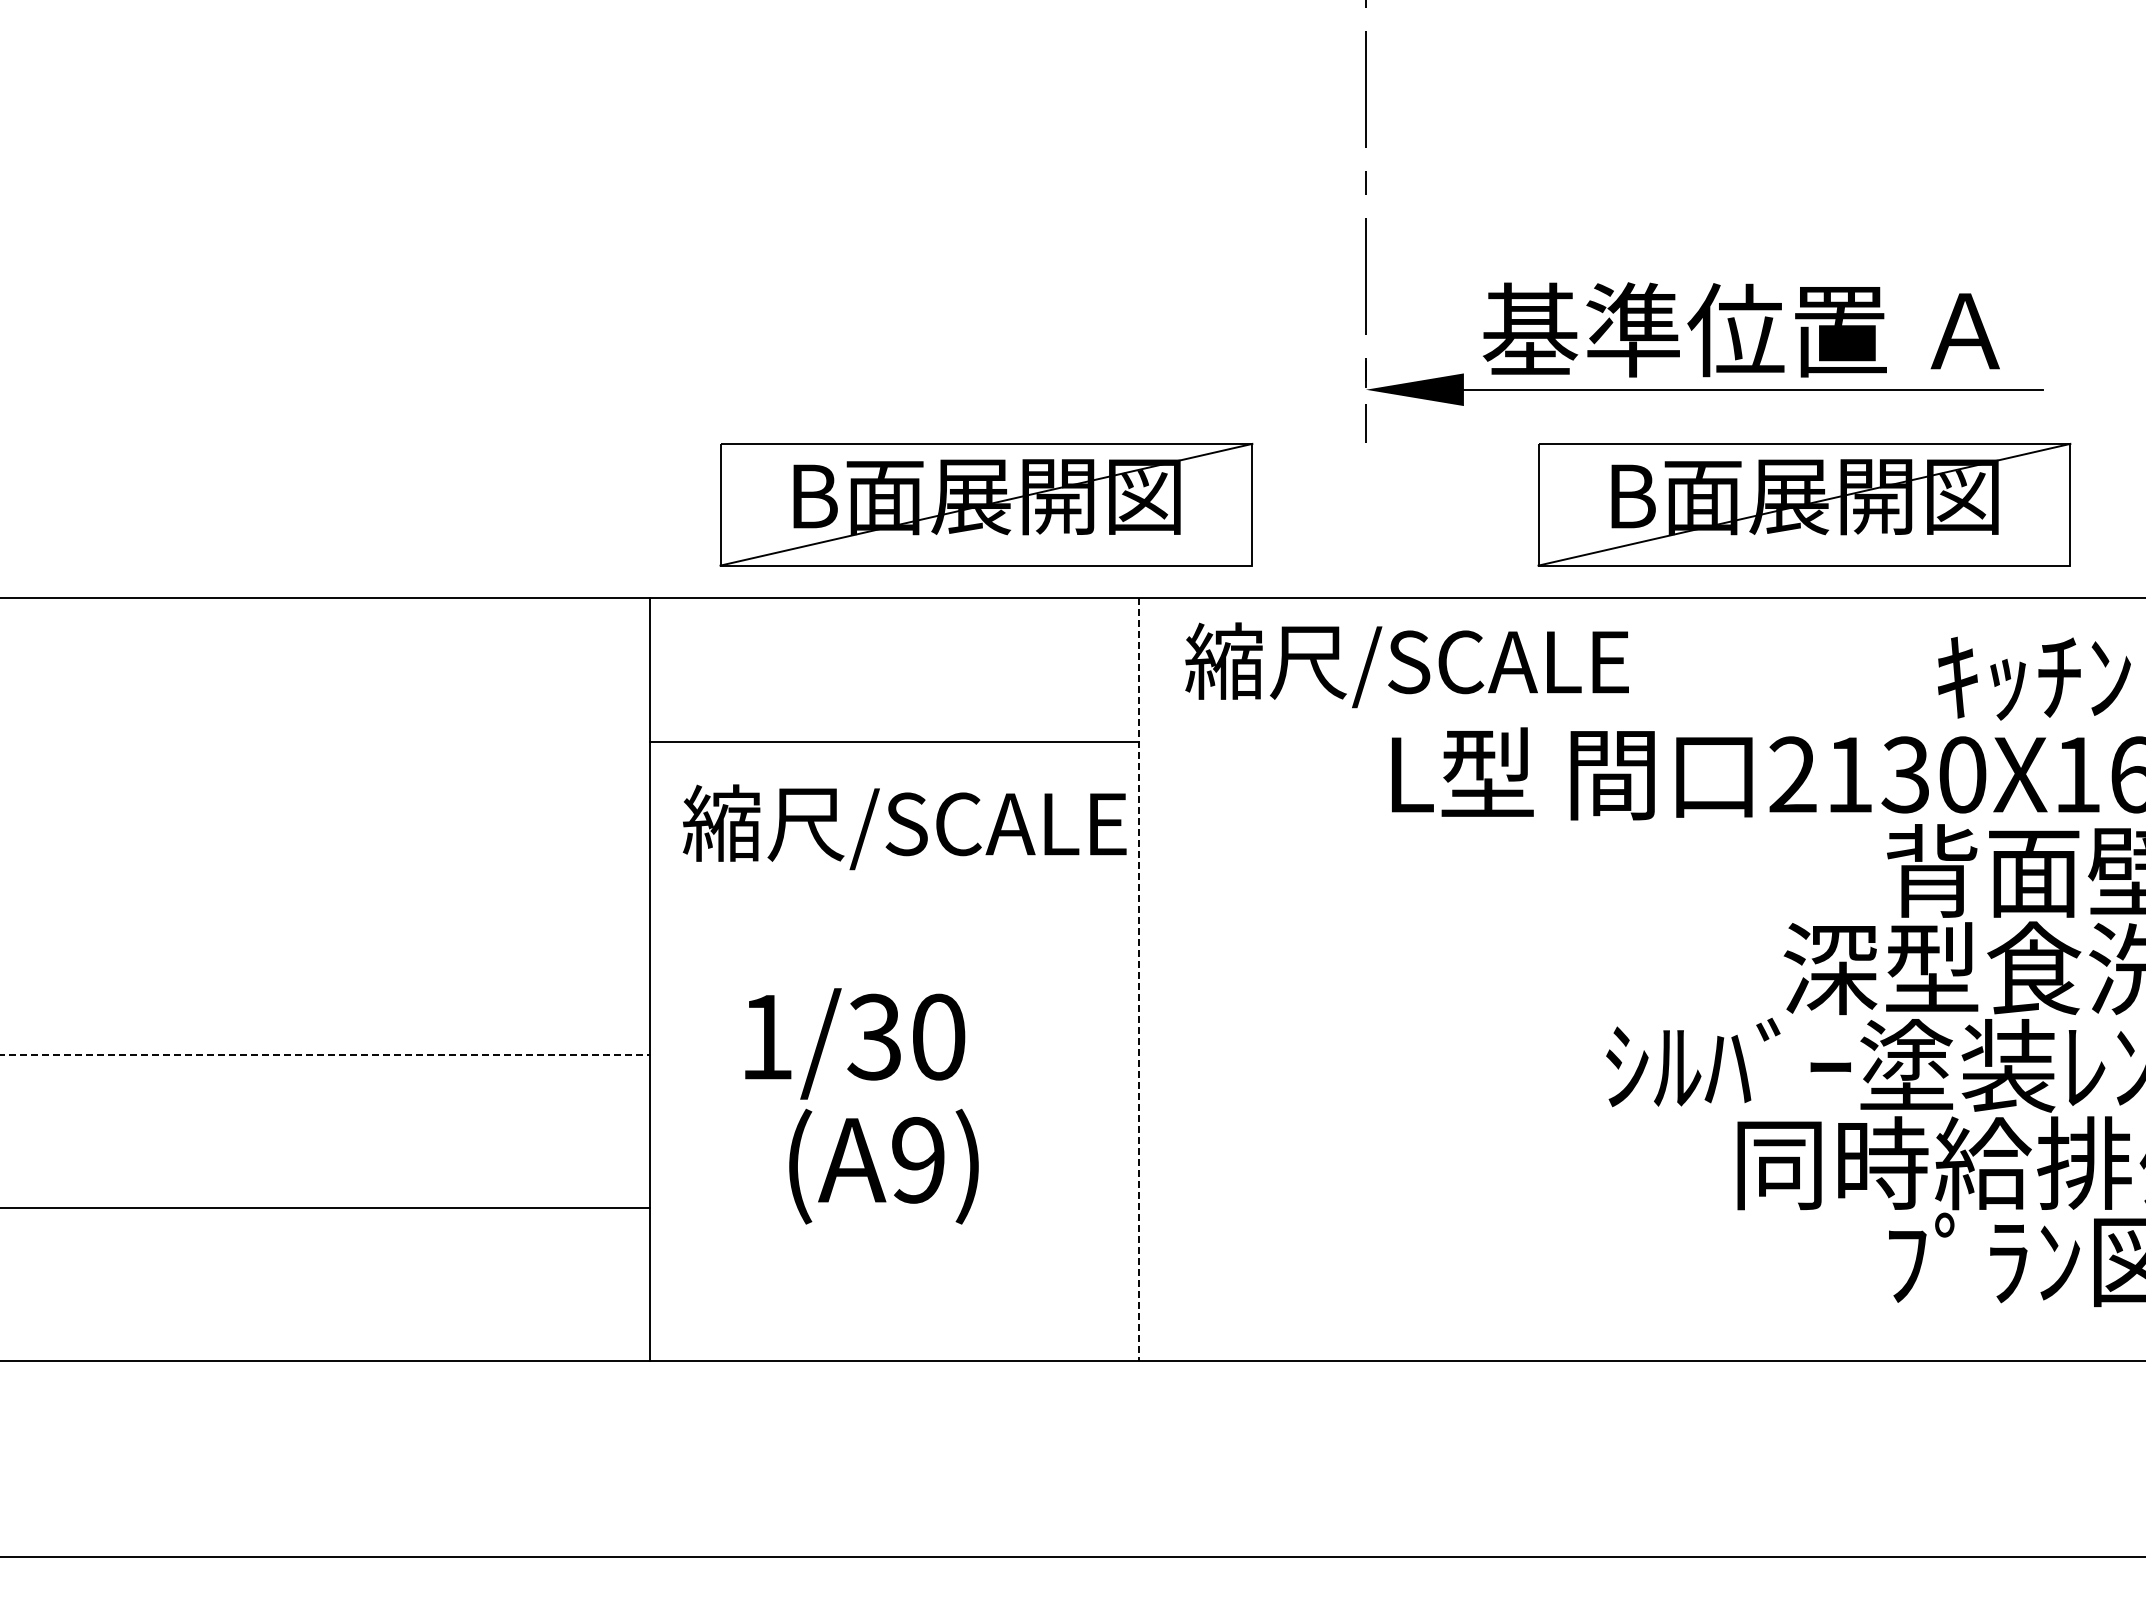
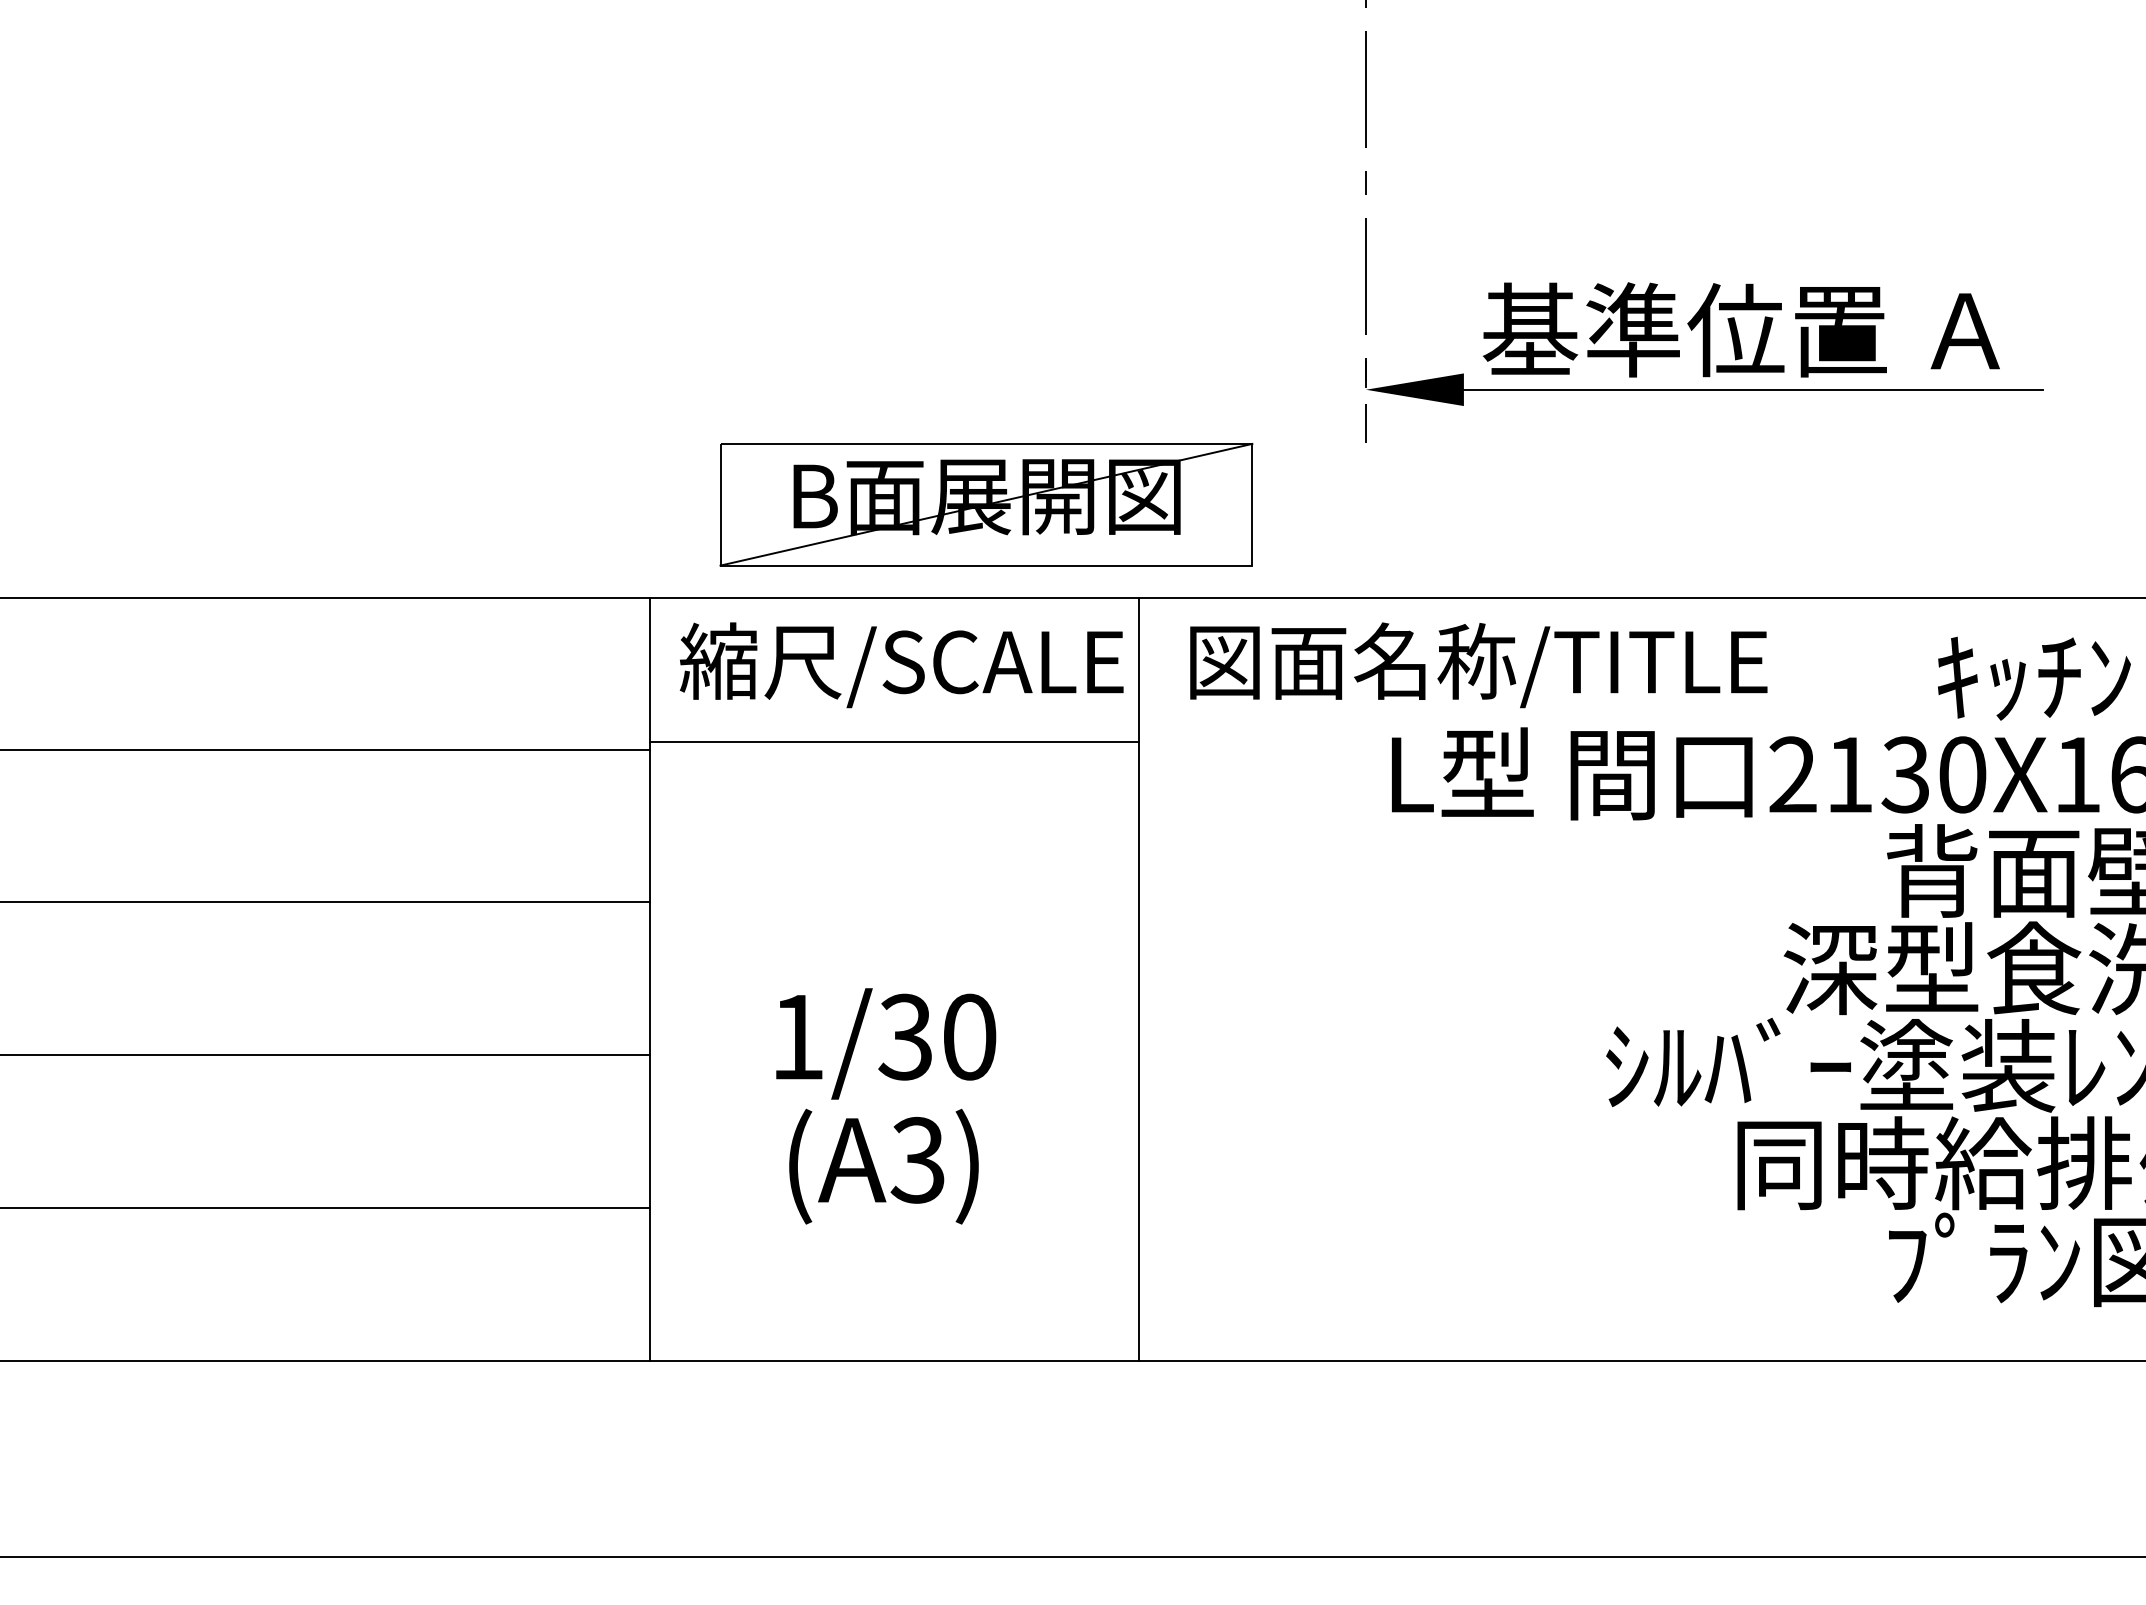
part at (1804, 504): present -> none
text at (1476, 665): 縮尺/SCALE -> 図面名称/TITLE
line at (326, 750): none -> present
text at (904, 827) position: (904, 827) -> (901, 665)
line at (326, 902): none -> present
line at (1139, 979): dashed -> solid
text at (855, 1043) position: (855, 1043) -> (886, 1043)
line at (325, 1054): dashed -> solid
text at (917, 1160): (A9) -> (A3)
